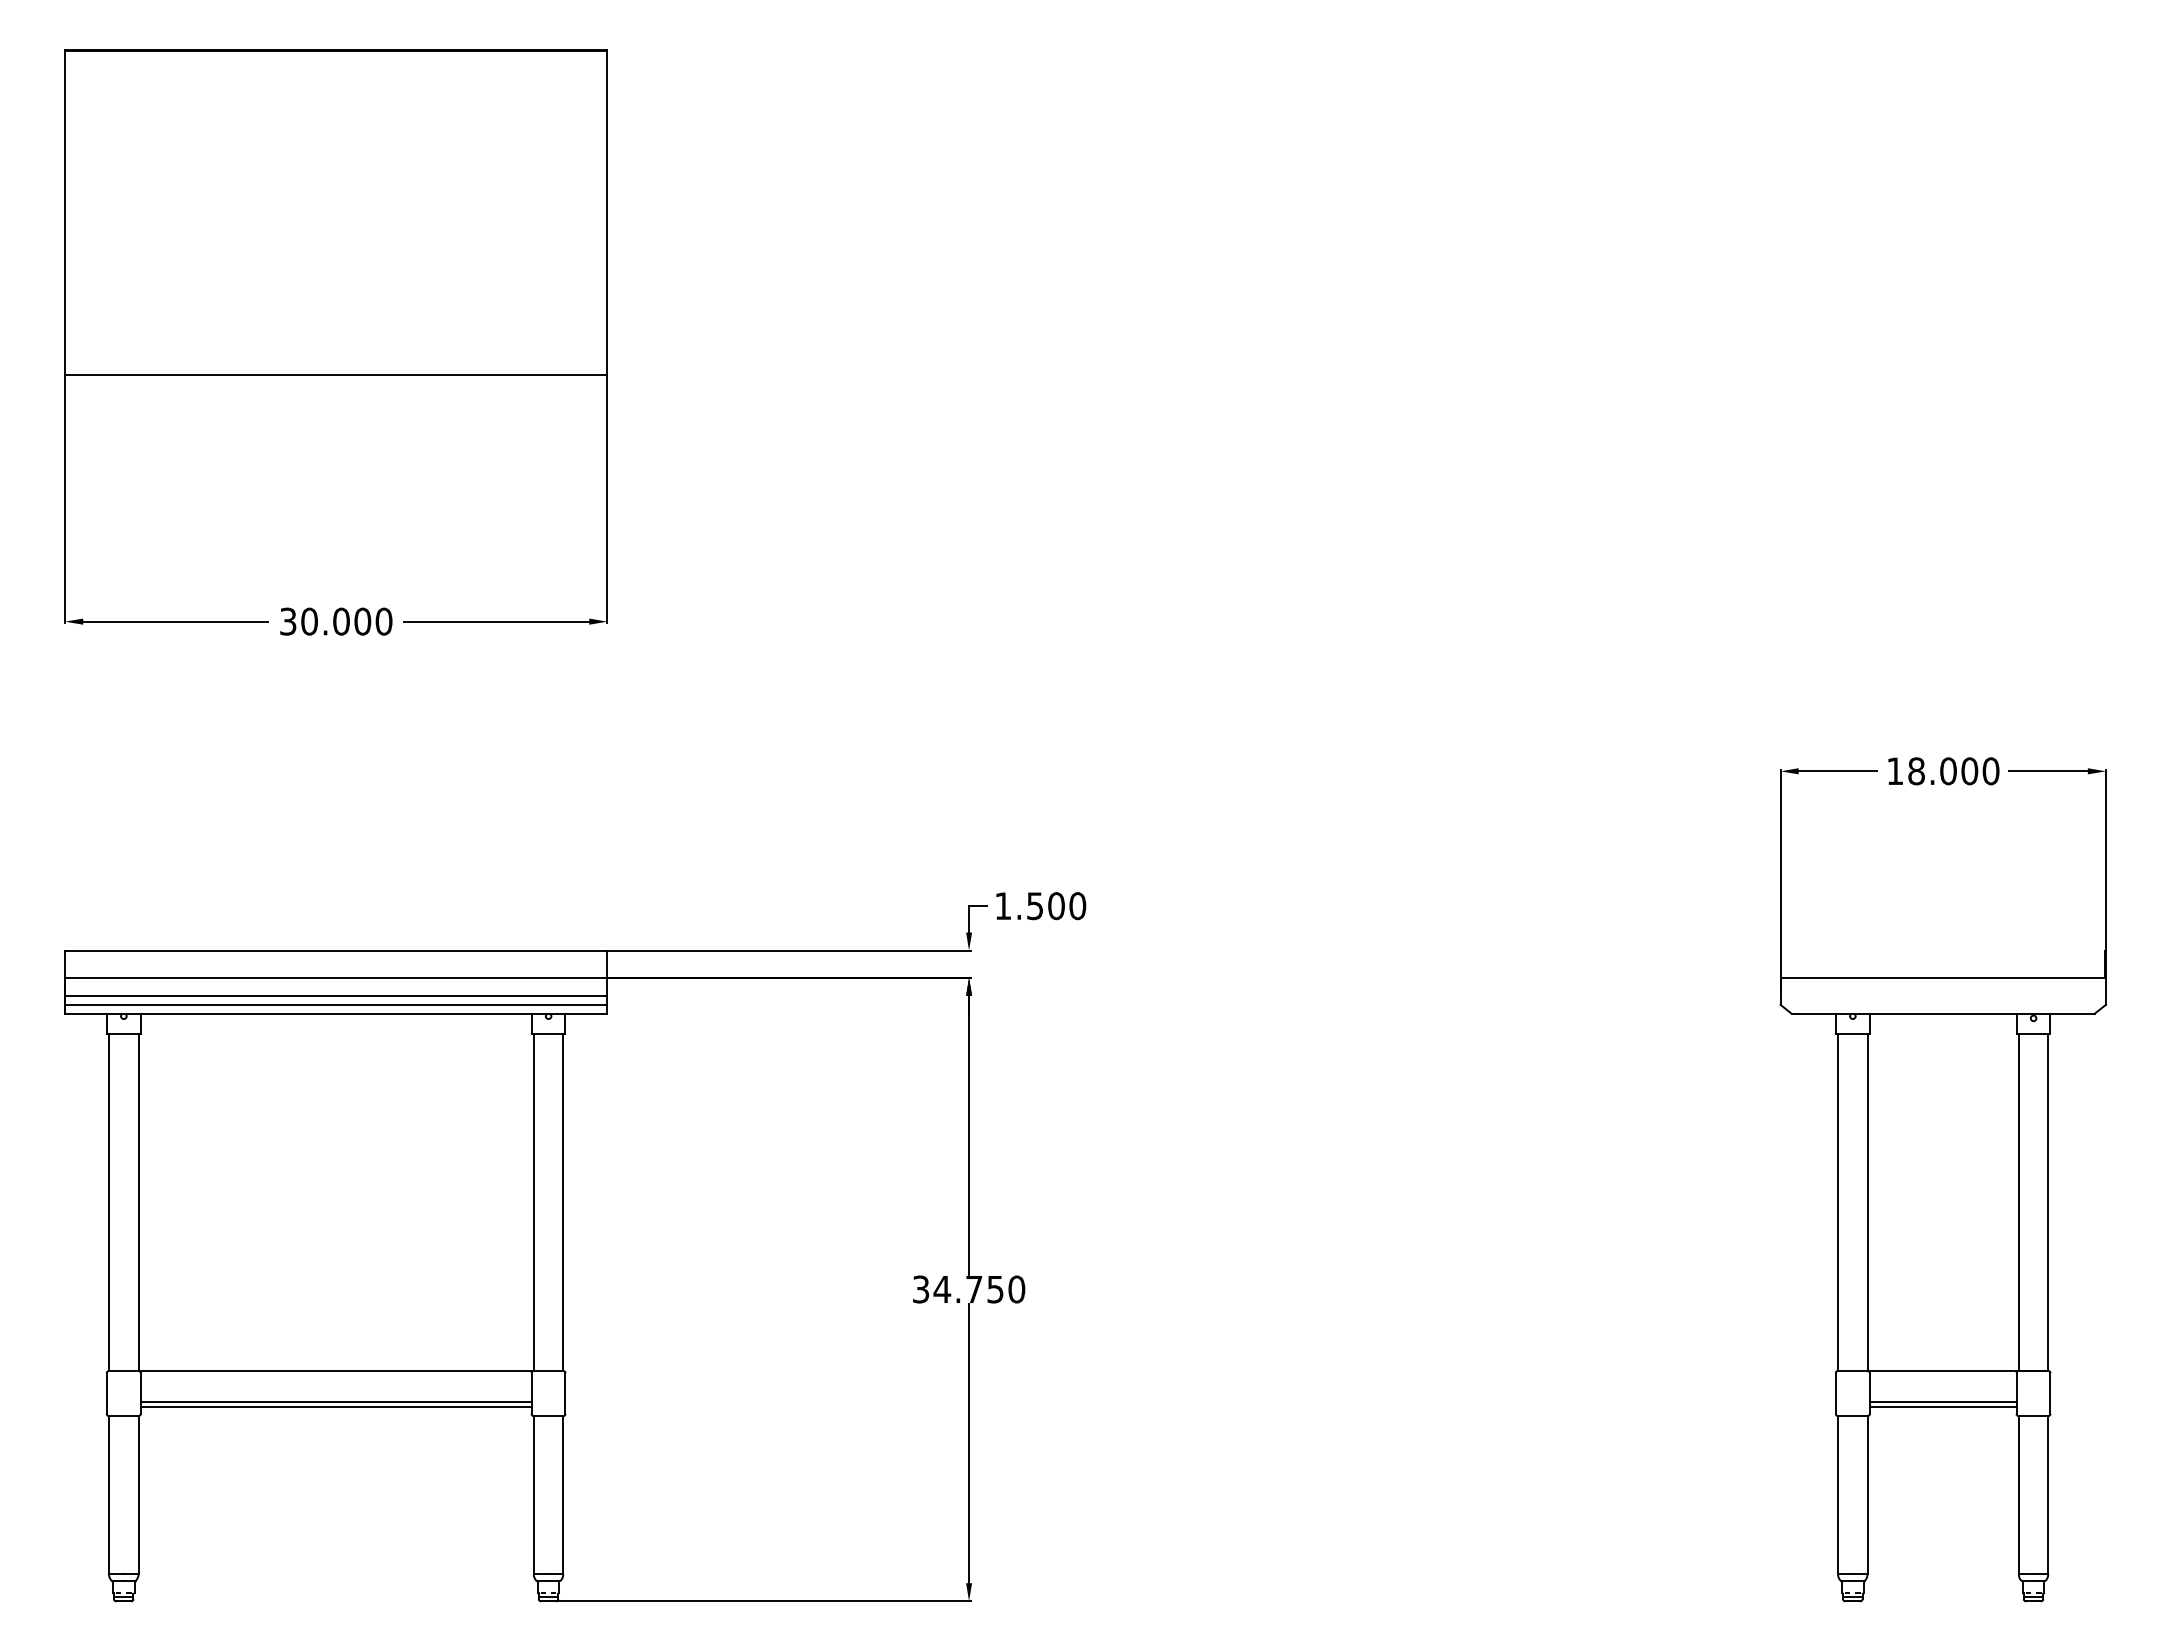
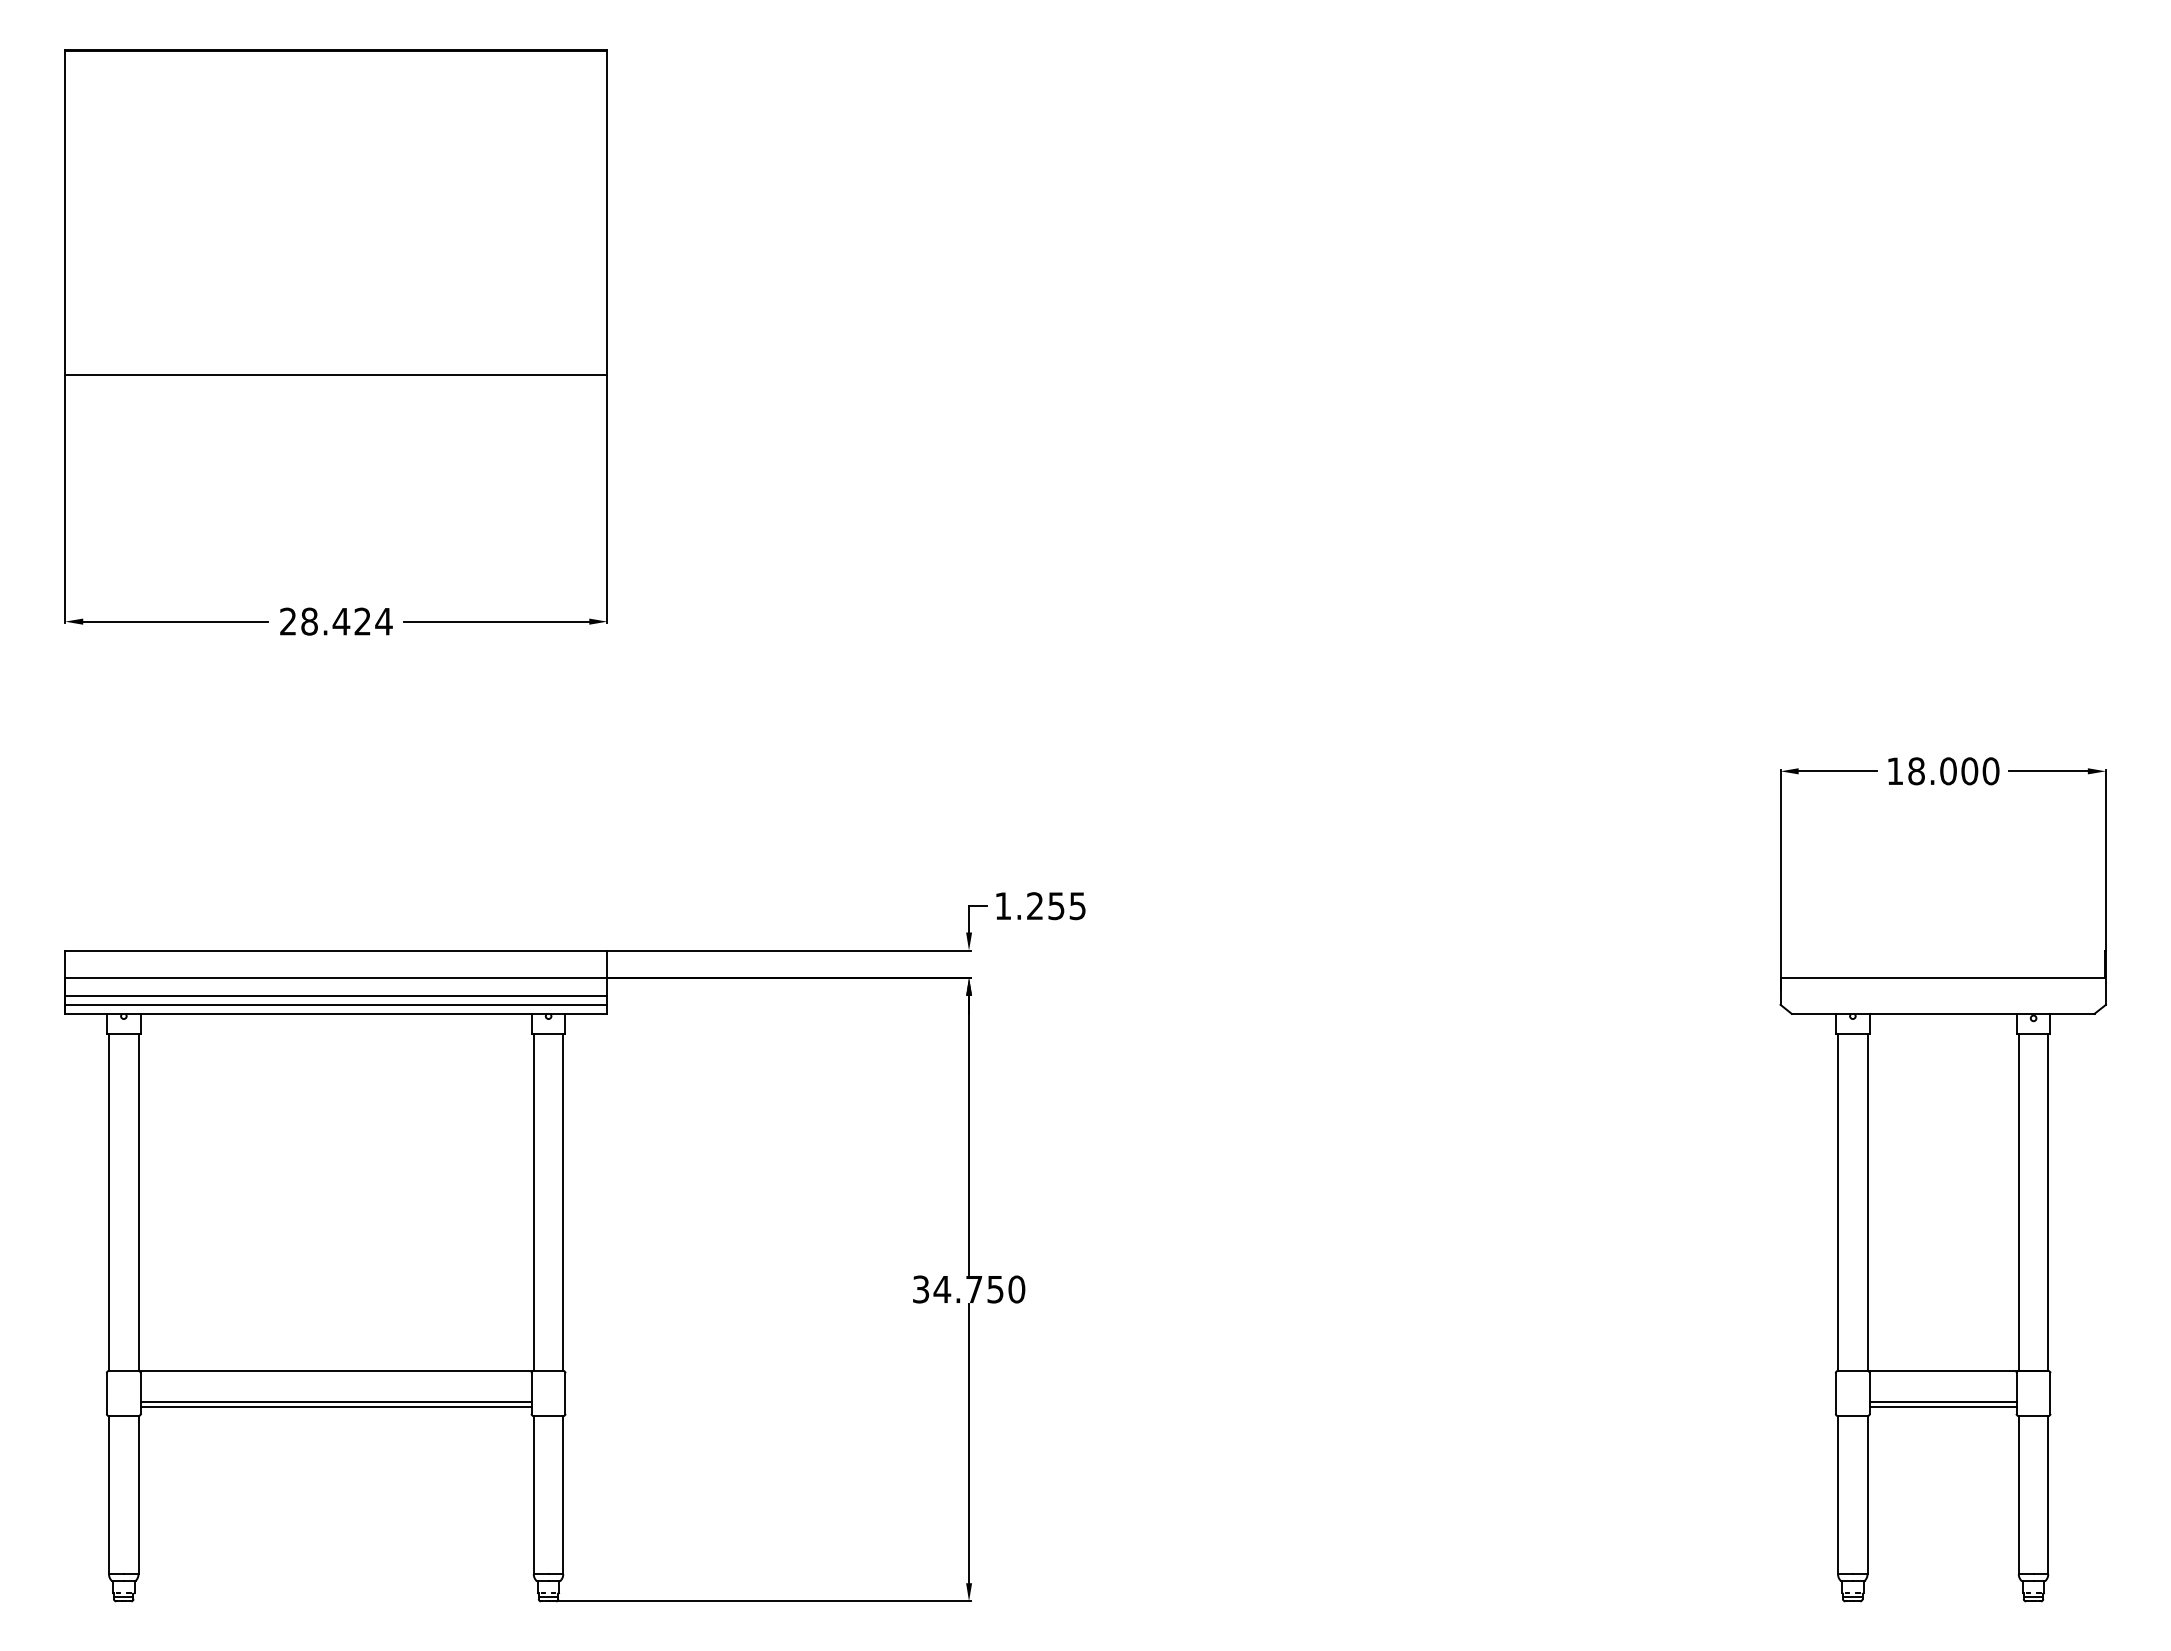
text at (336, 621): 30.000 -> 28.424
text at (1056, 906): 1.500 -> 1.255
